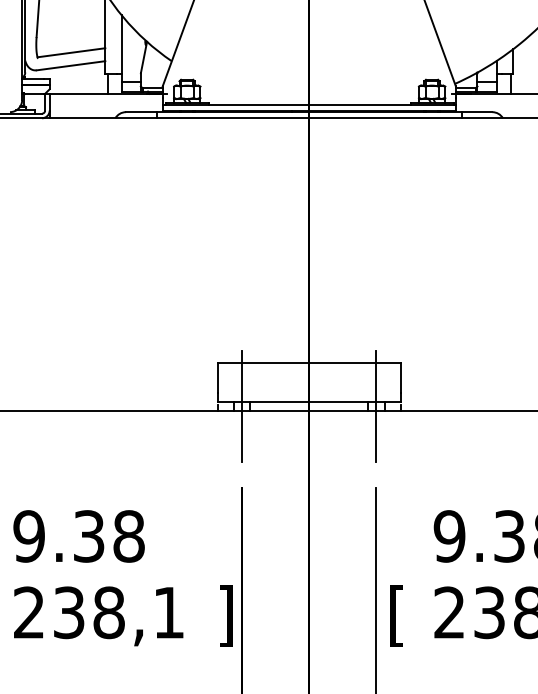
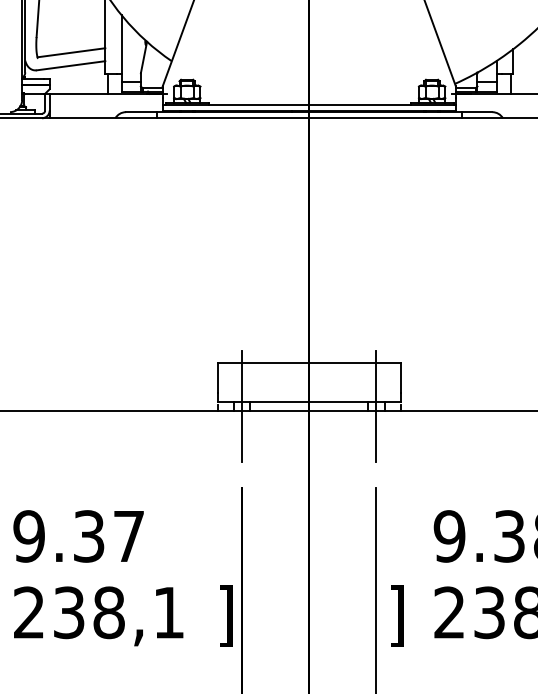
text at (128, 536): 9.38 -> 9.37
text at (396, 615): [ -> ]
